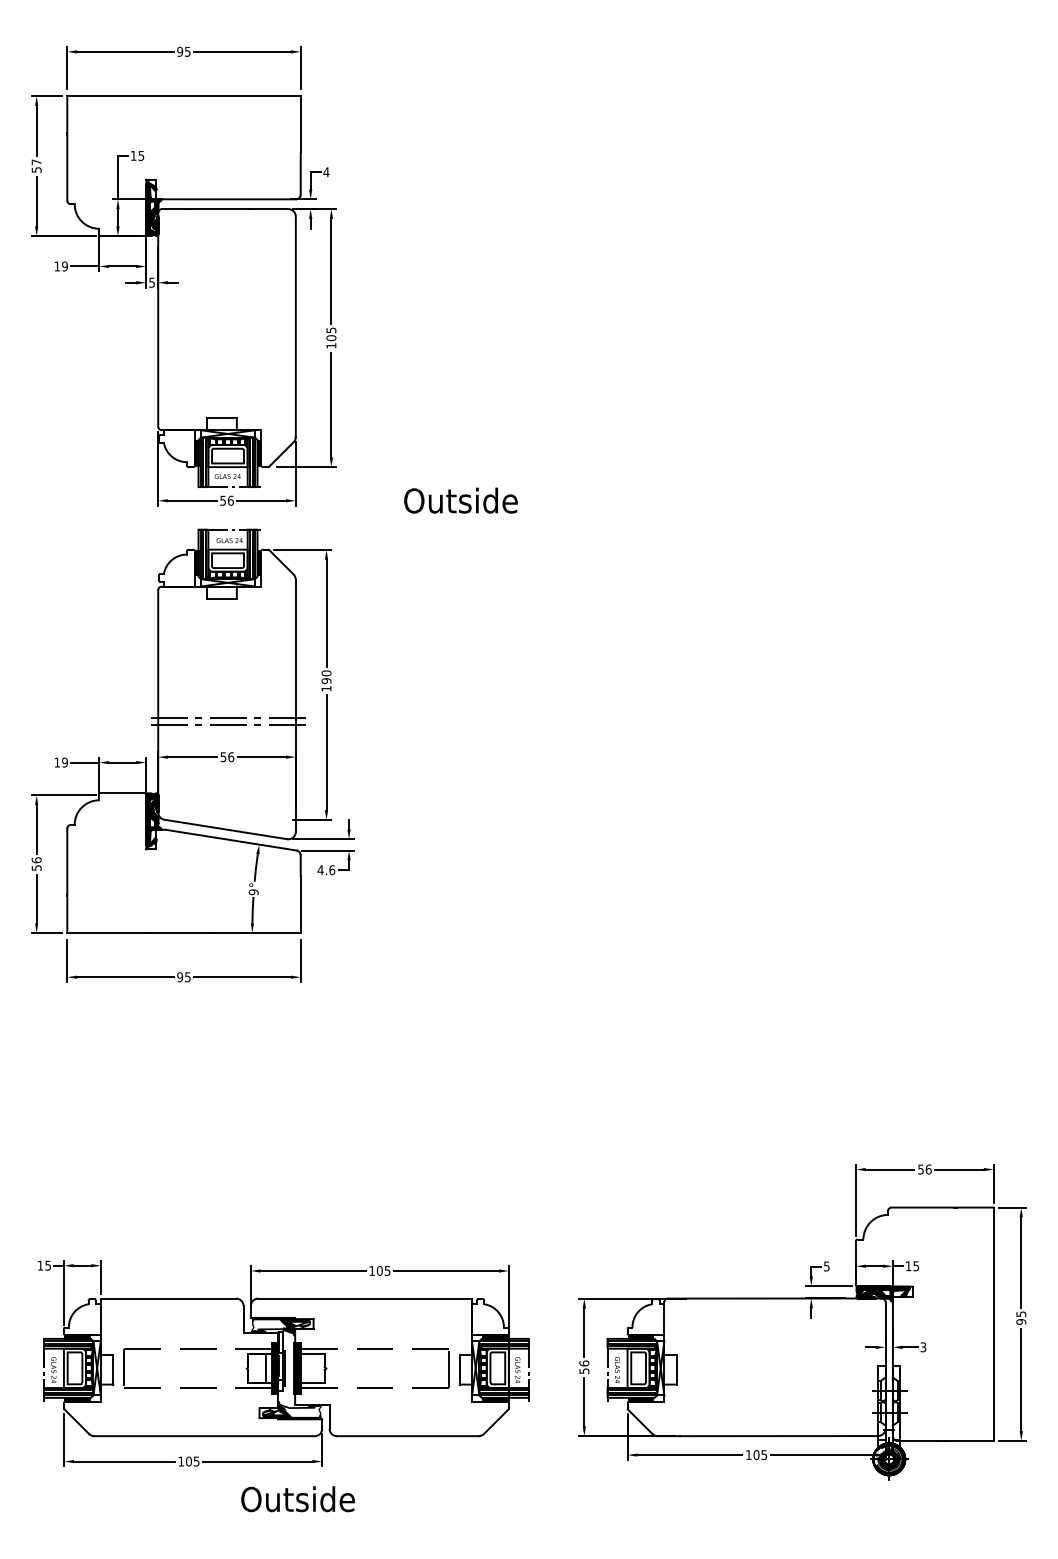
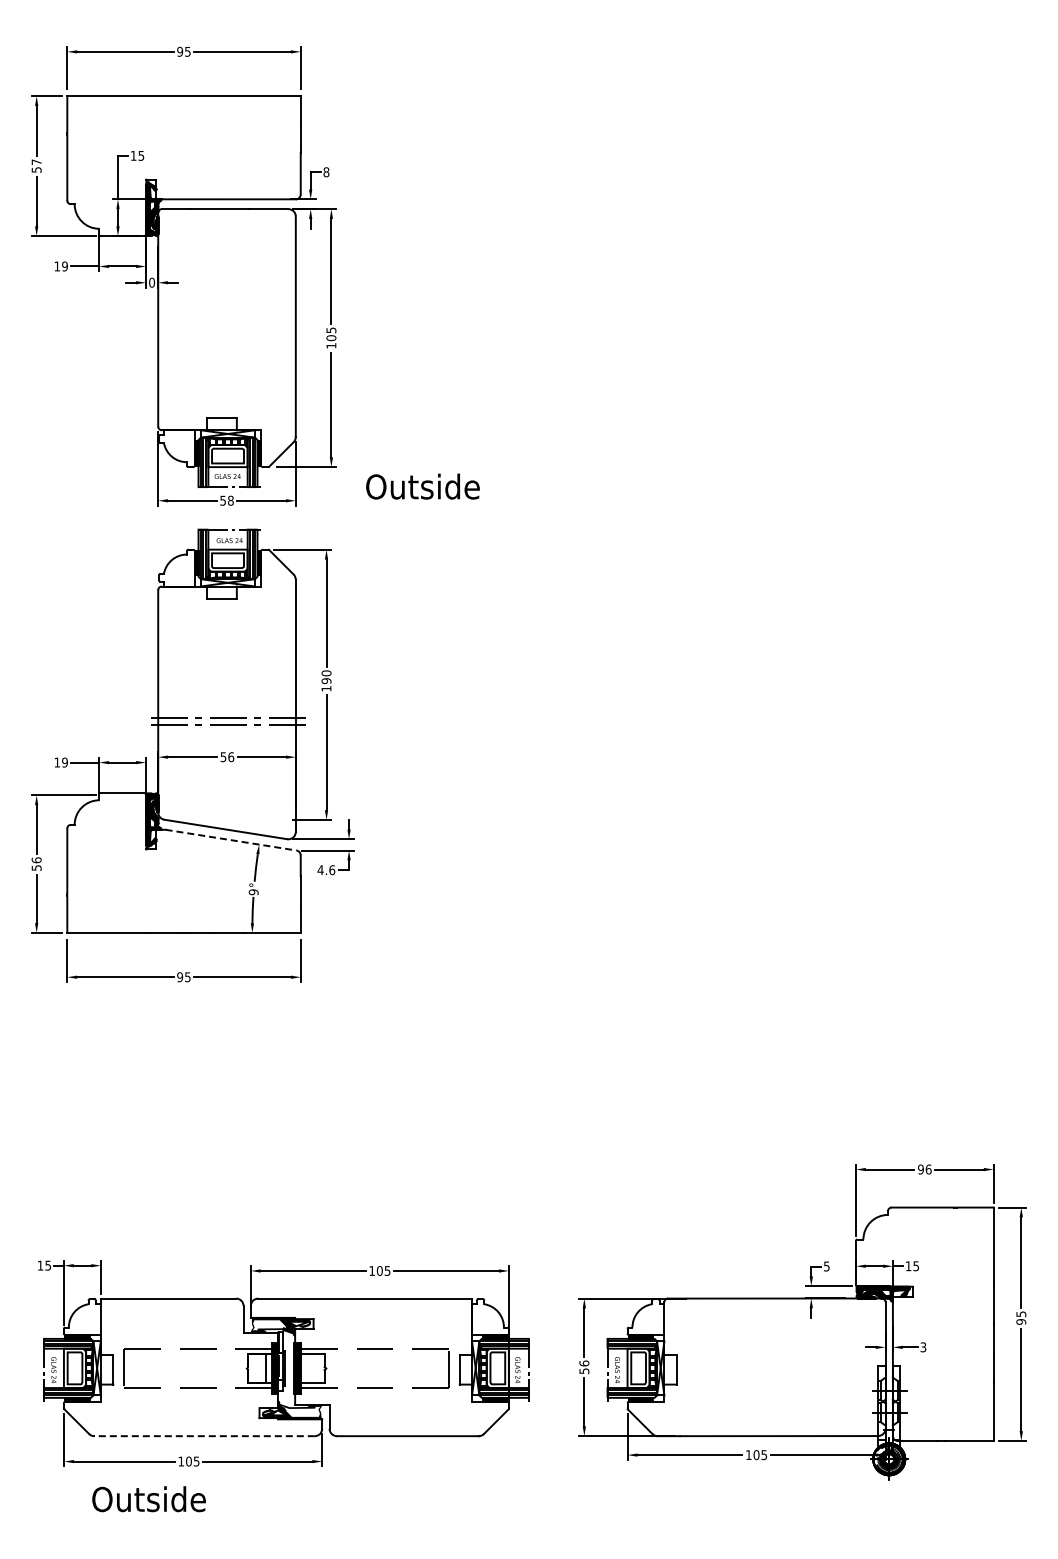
text at (326, 172): 4 -> 8
text at (152, 282): 5 -> 0
text at (230, 500): 56 -> 58
text at (460, 500) position: (460, 500) -> (422, 486)
line at (231, 840): solid -> dashed
text at (920, 1169): 56 -> 96
line at (204, 1436): solid -> dashed
text at (297, 1499) position: (297, 1499) -> (148, 1499)
